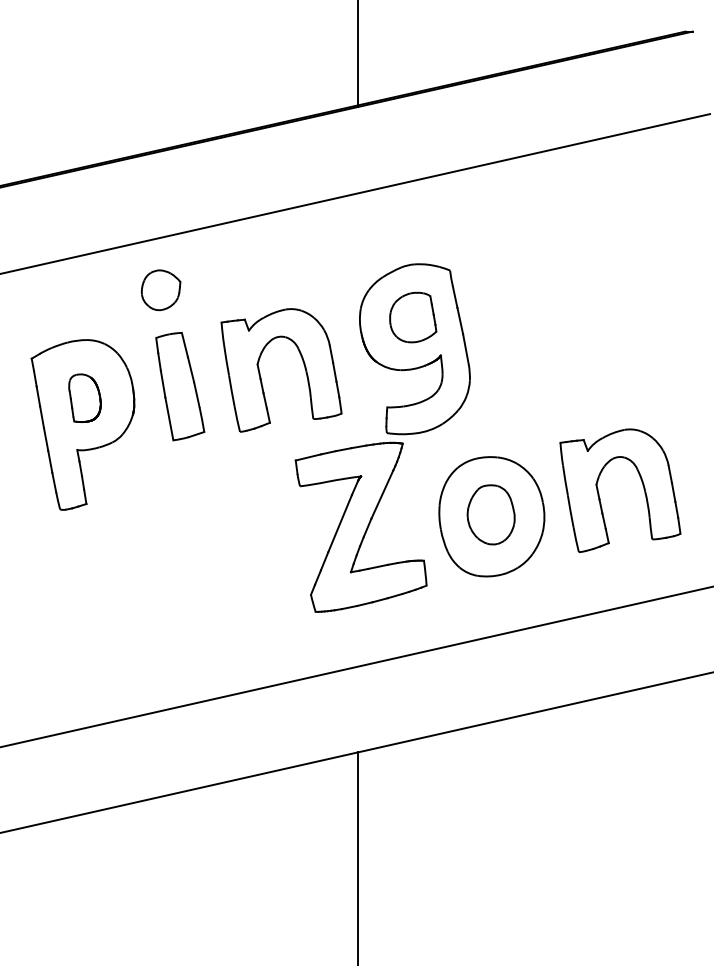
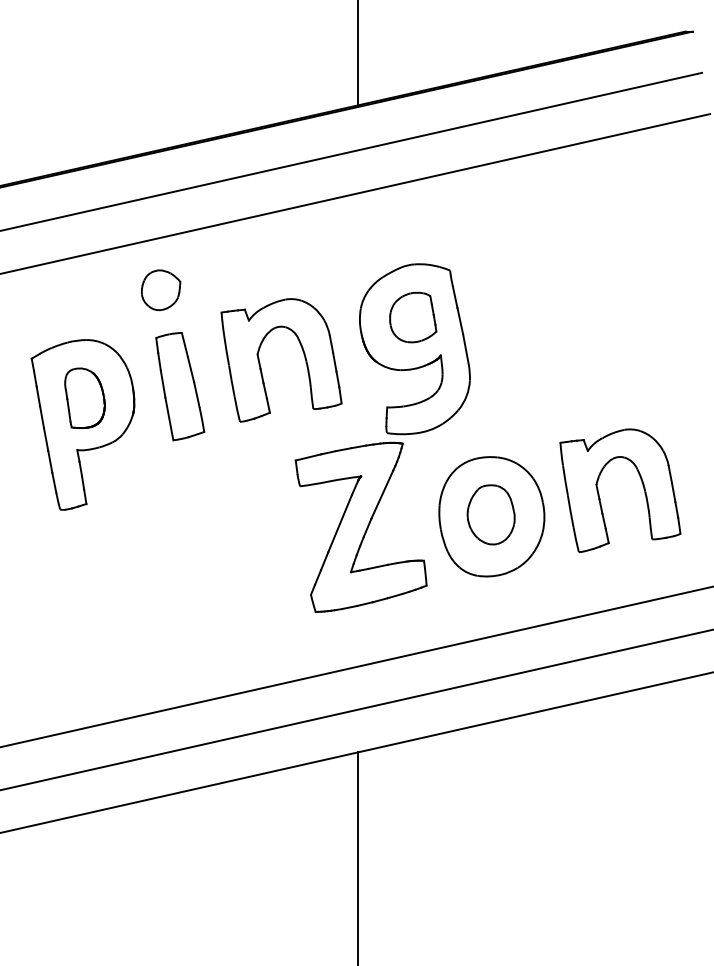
line at (352, 151): none -> present
part at (260, 372) position: (260, 372) -> (260, 362)
part at (84, 397) size: 34x50 px -> 42x62 px
line at (356, 709): none -> present
